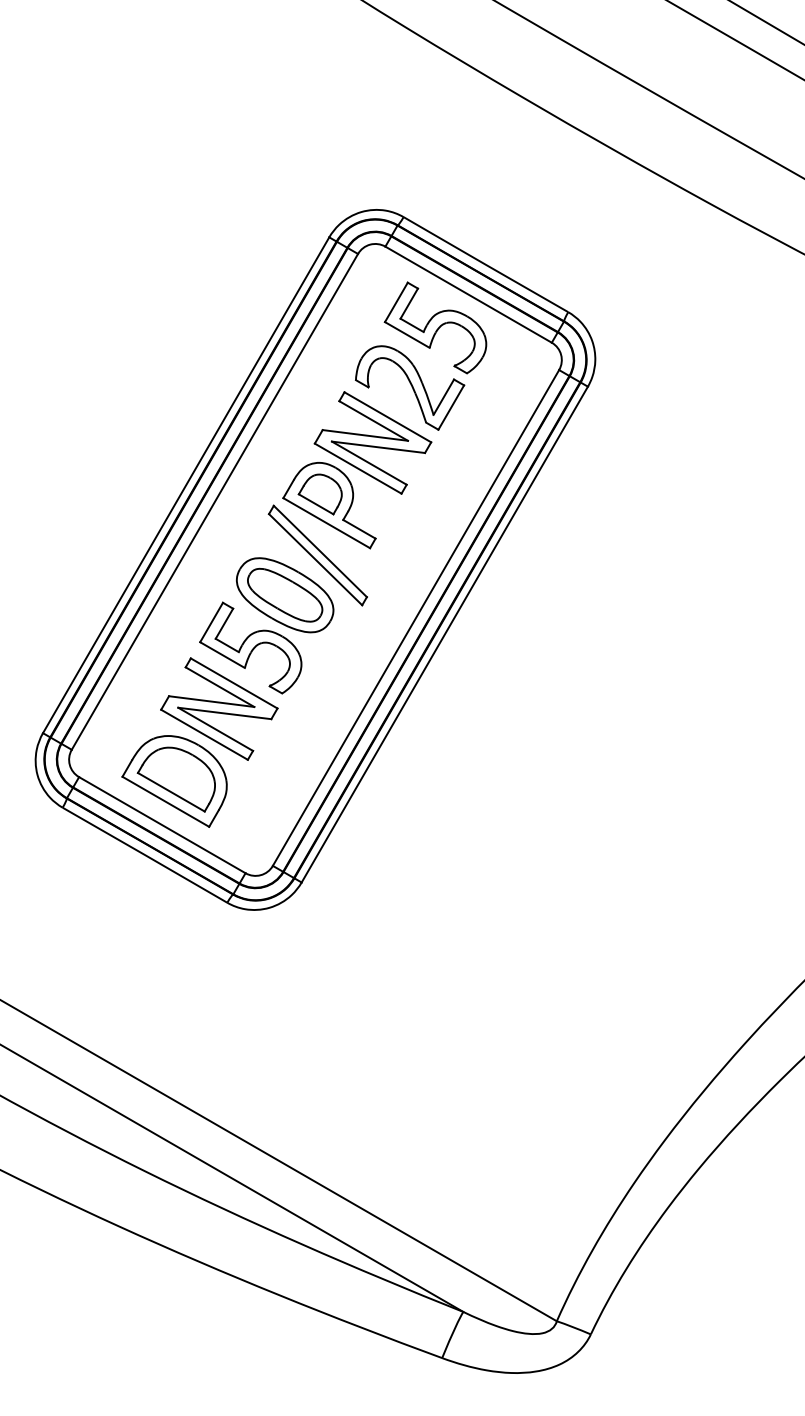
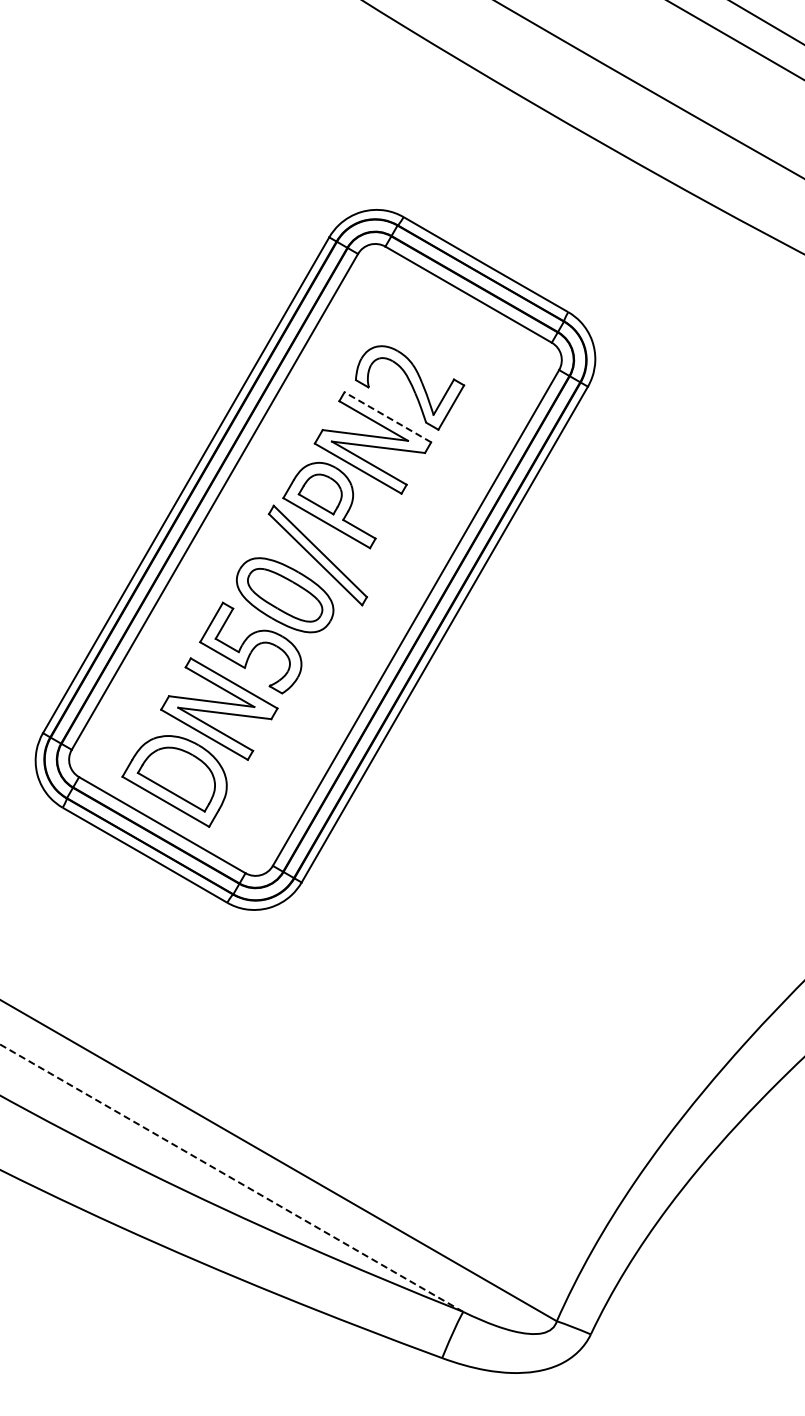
part at (435, 327): present -> none
line at (387, 417): solid -> dashed
line at (231, 1178): solid -> dashed
